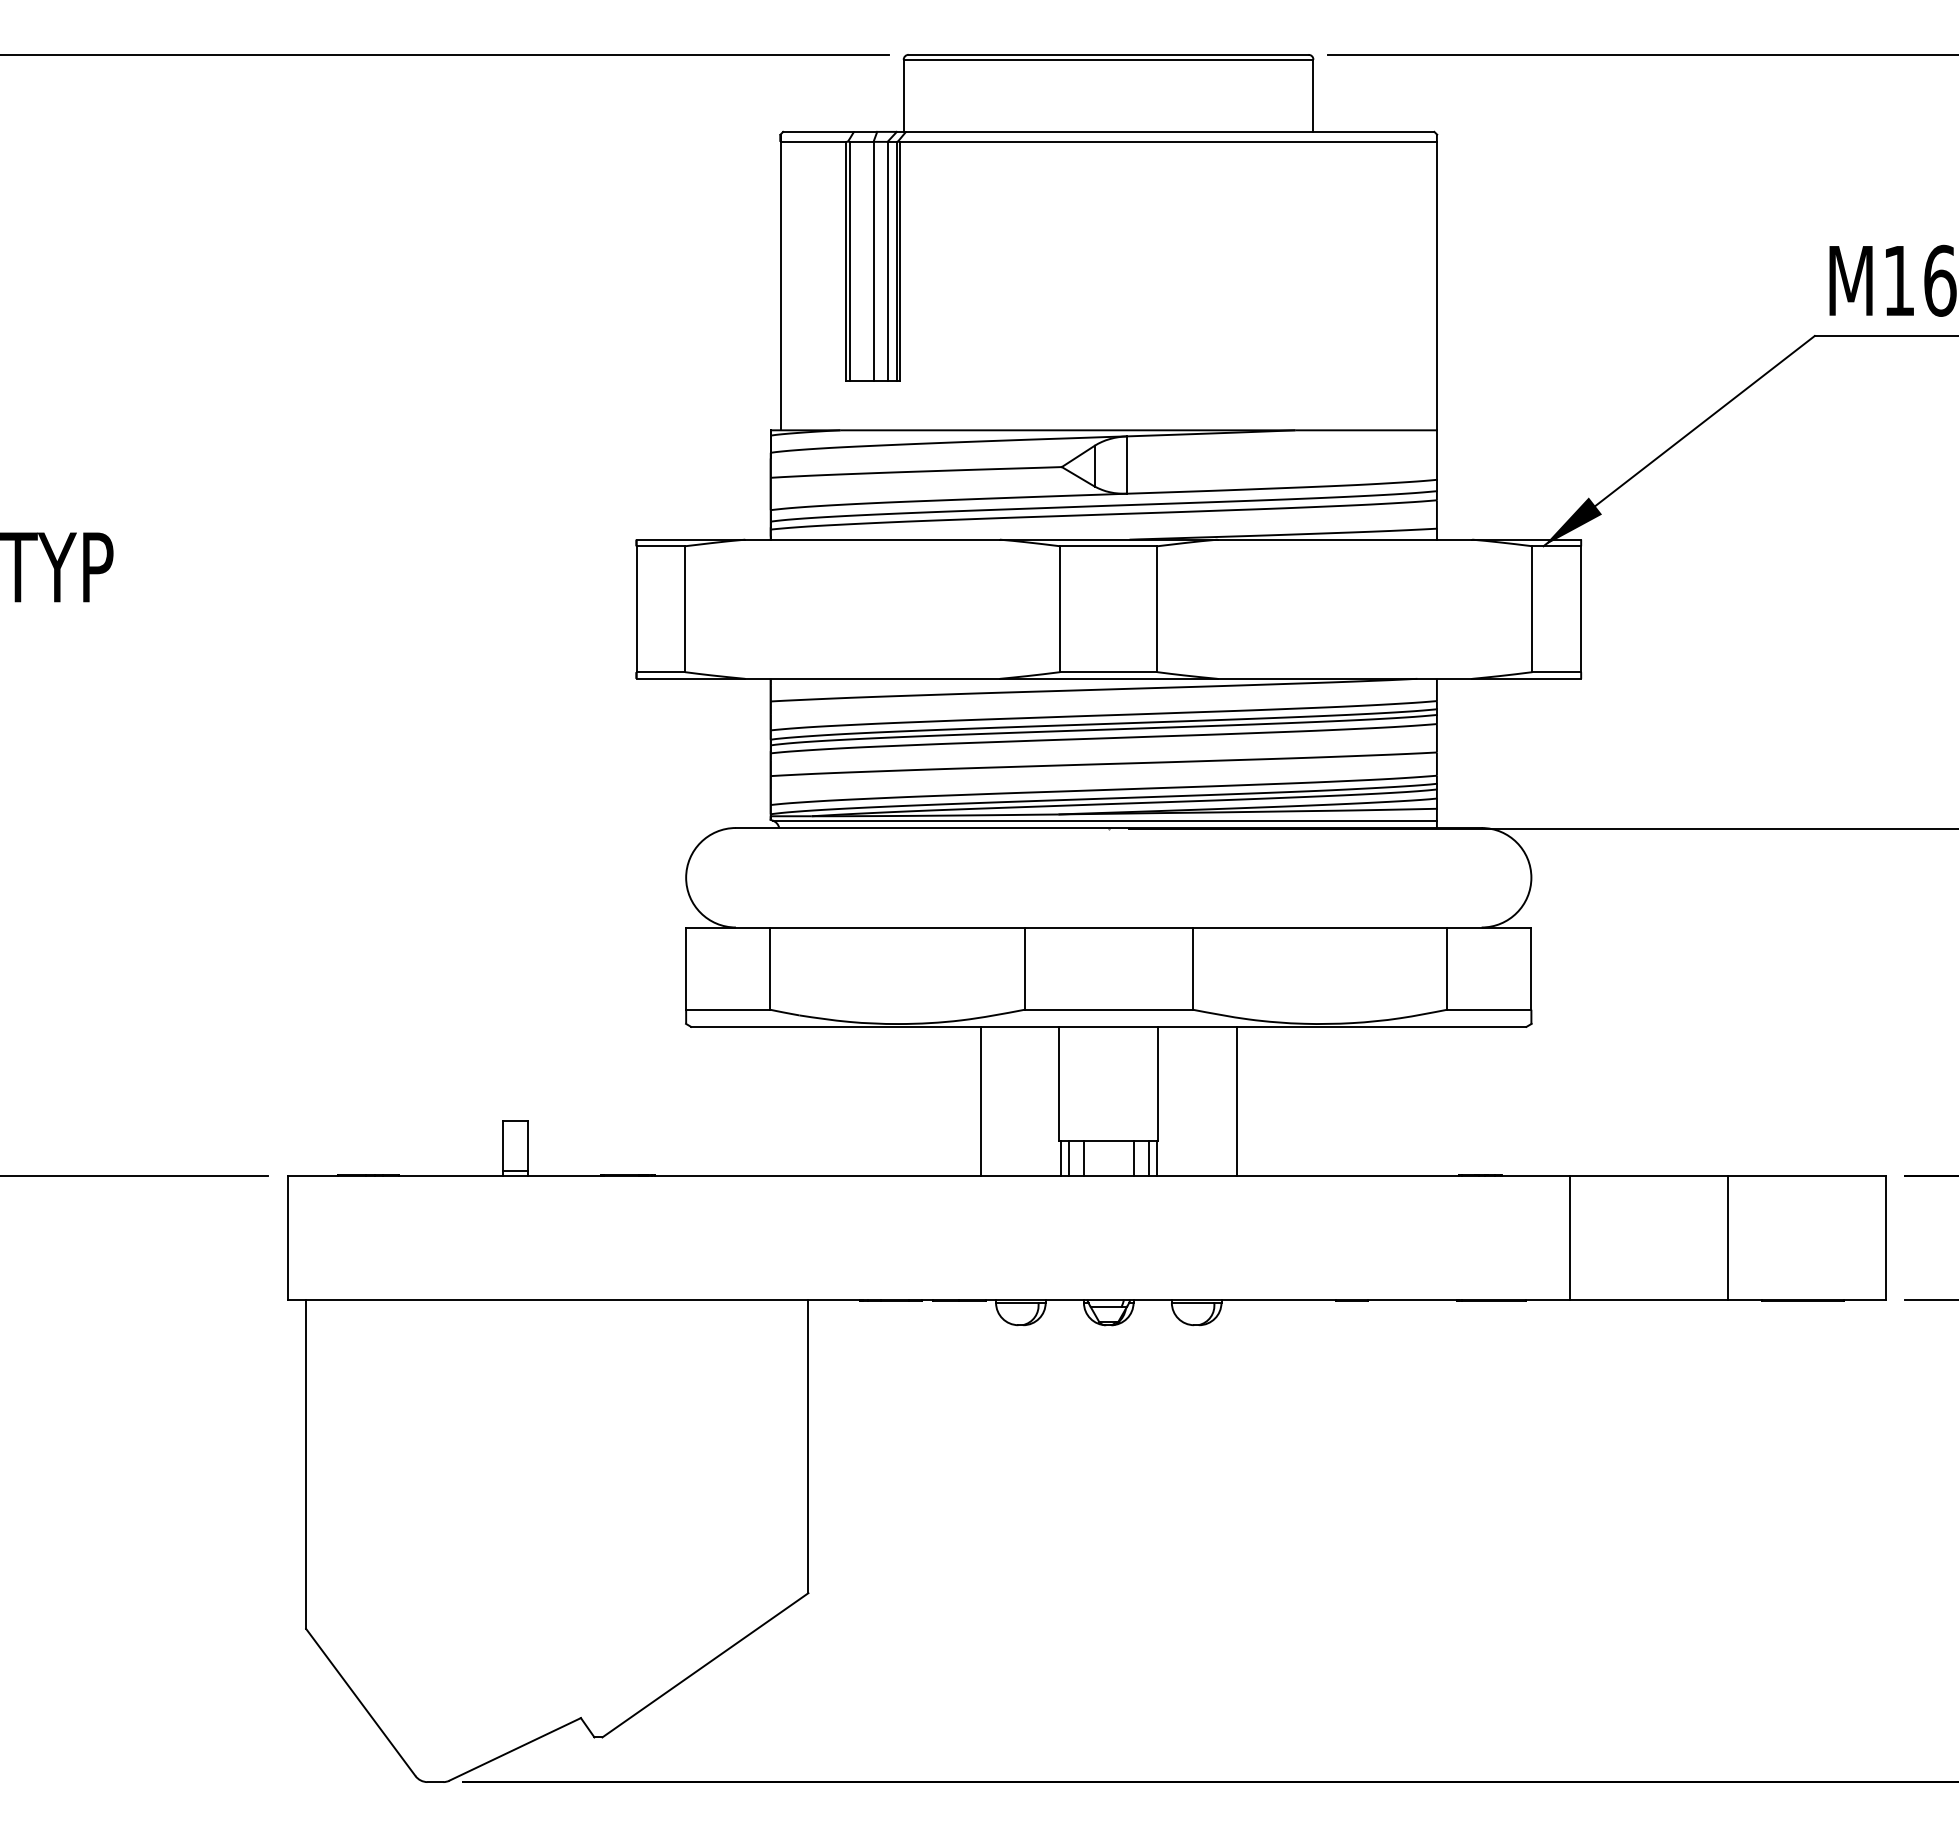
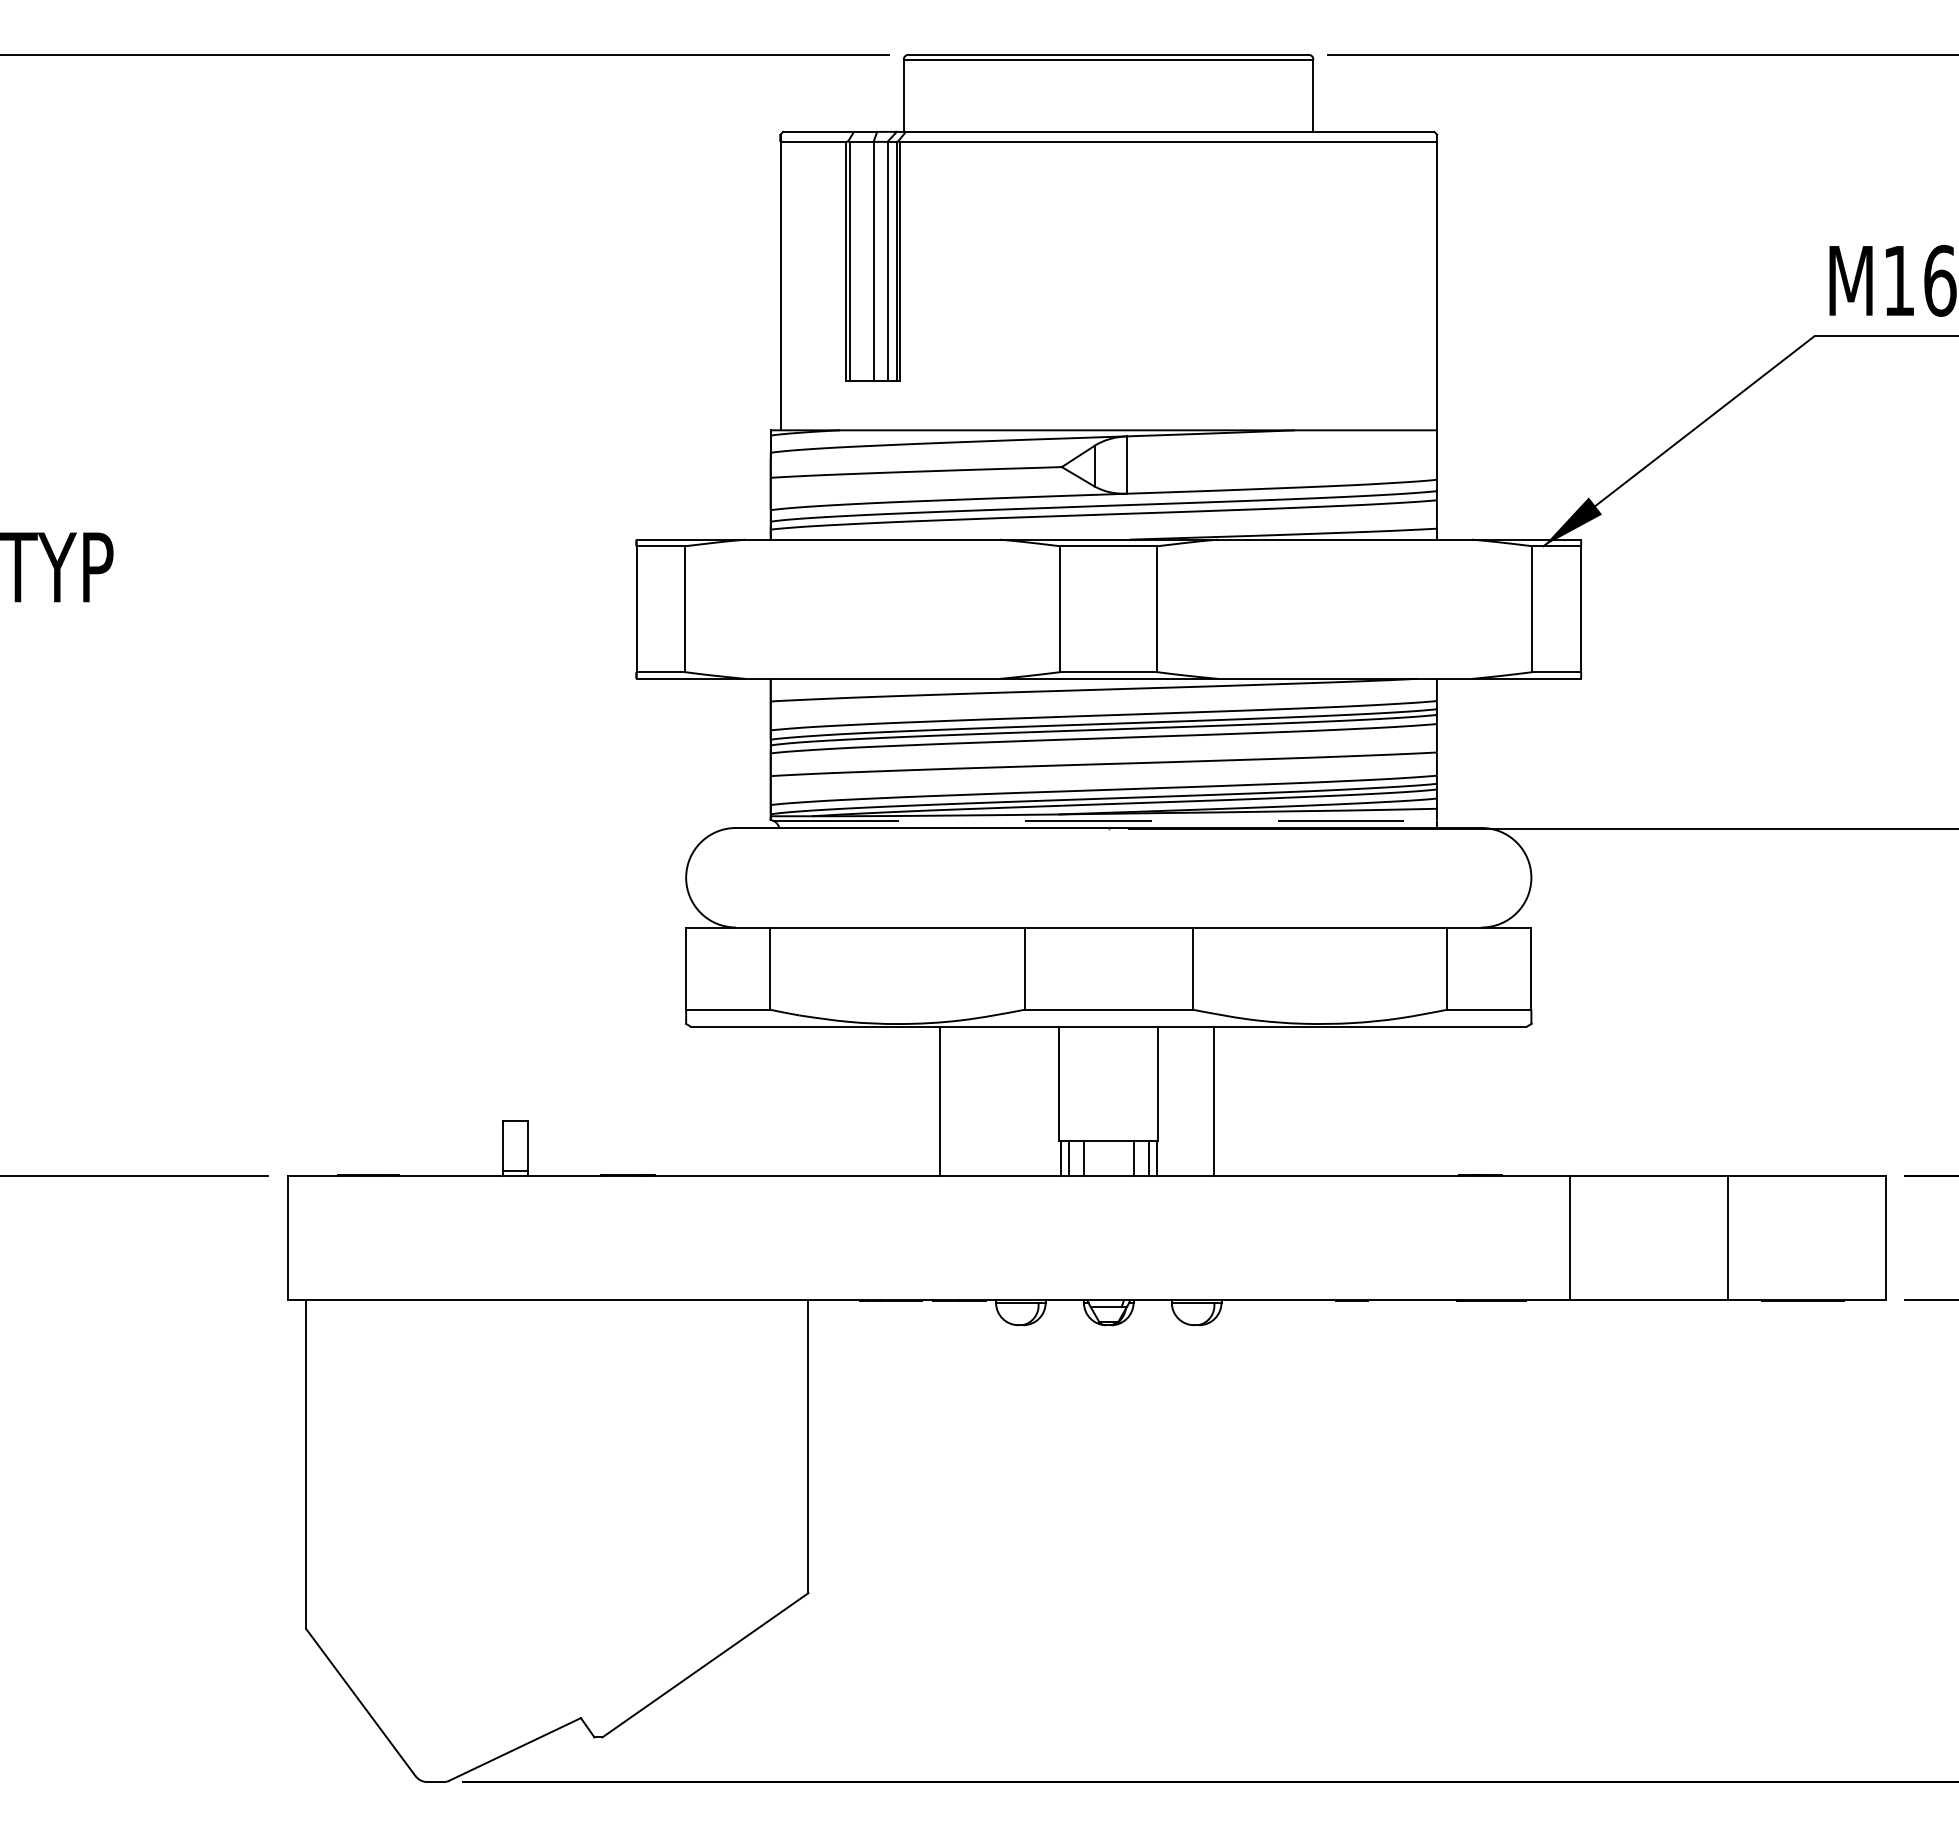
line at (1105, 820): solid -> dashed
line at (981, 1101) position: (981, 1101) -> (940, 1101)
line at (1236, 1101) position: (1236, 1101) -> (1213, 1101)
